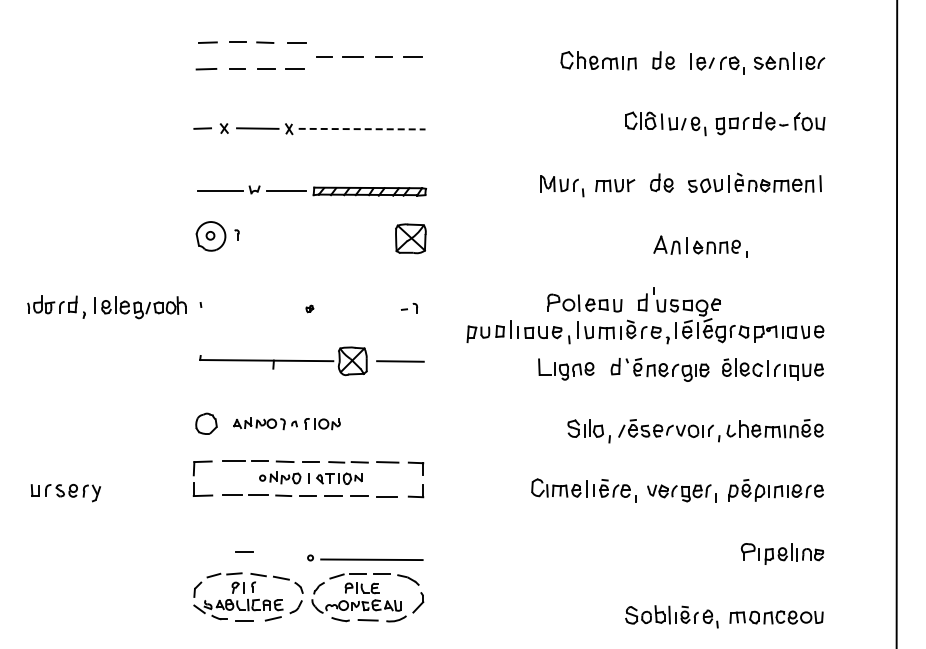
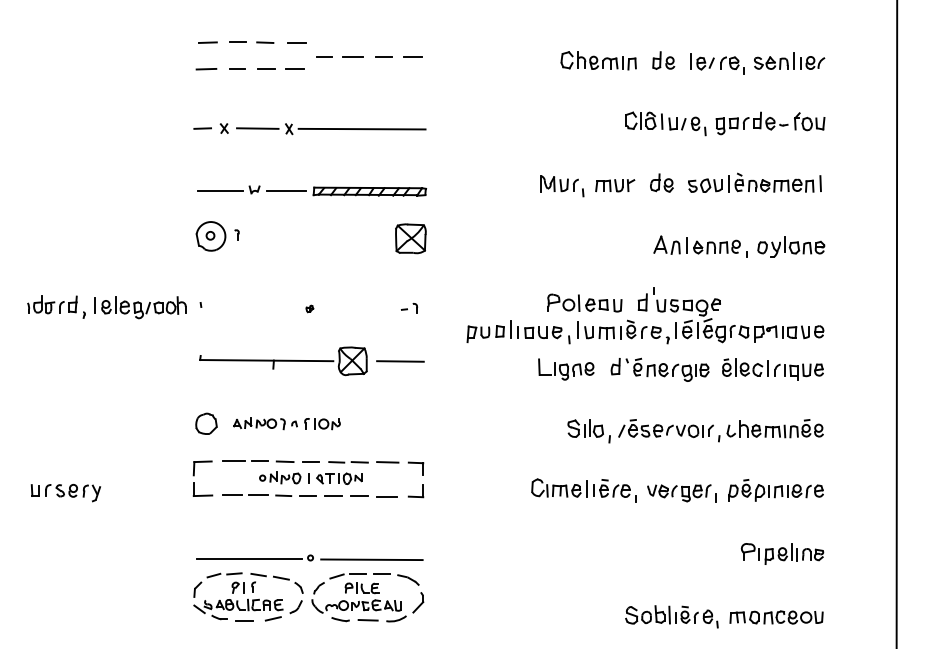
line at (362, 129): dashed -> solid
part at (791, 246): none -> present
line at (244, 551): present -> none
line at (248, 559): none -> present
